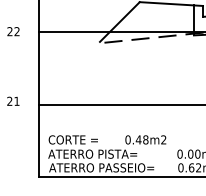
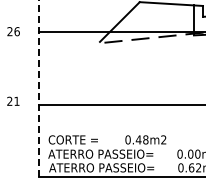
text at (16, 31): 22 -> 26
line at (38, 88): solid -> dashed
text at (128, 153): ATERRO PISTA= -> ATERRO PASSEIO=
